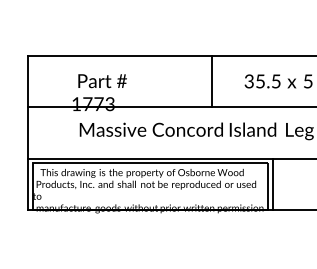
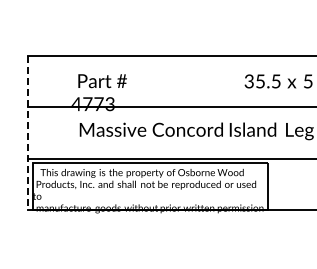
line at (212, 81): present -> none
text at (75, 104): 1773 -> 4773
line at (27, 133): solid -> dashed
line at (273, 184): present -> none
